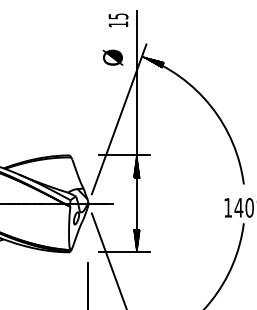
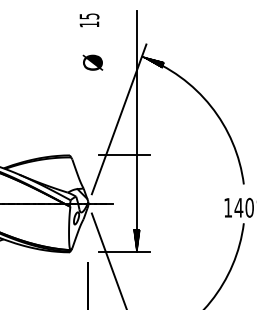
text at (118, 20) position: (118, 20) -> (89, 20)
text at (112, 57) position: (112, 57) -> (92, 62)
hatch at (136, 166): present -> none
